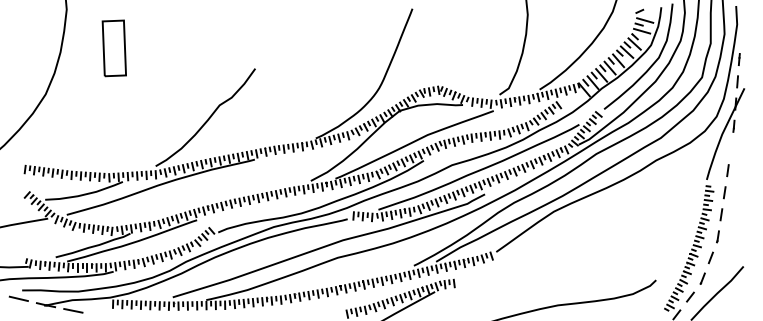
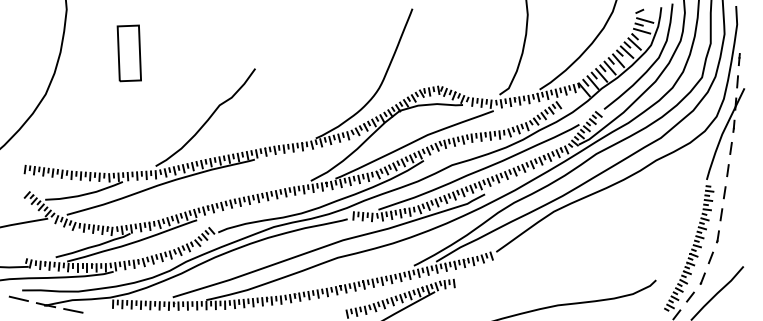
part at (113, 48) position: (113, 48) -> (128, 53)
line at (730, 148): none -> present
